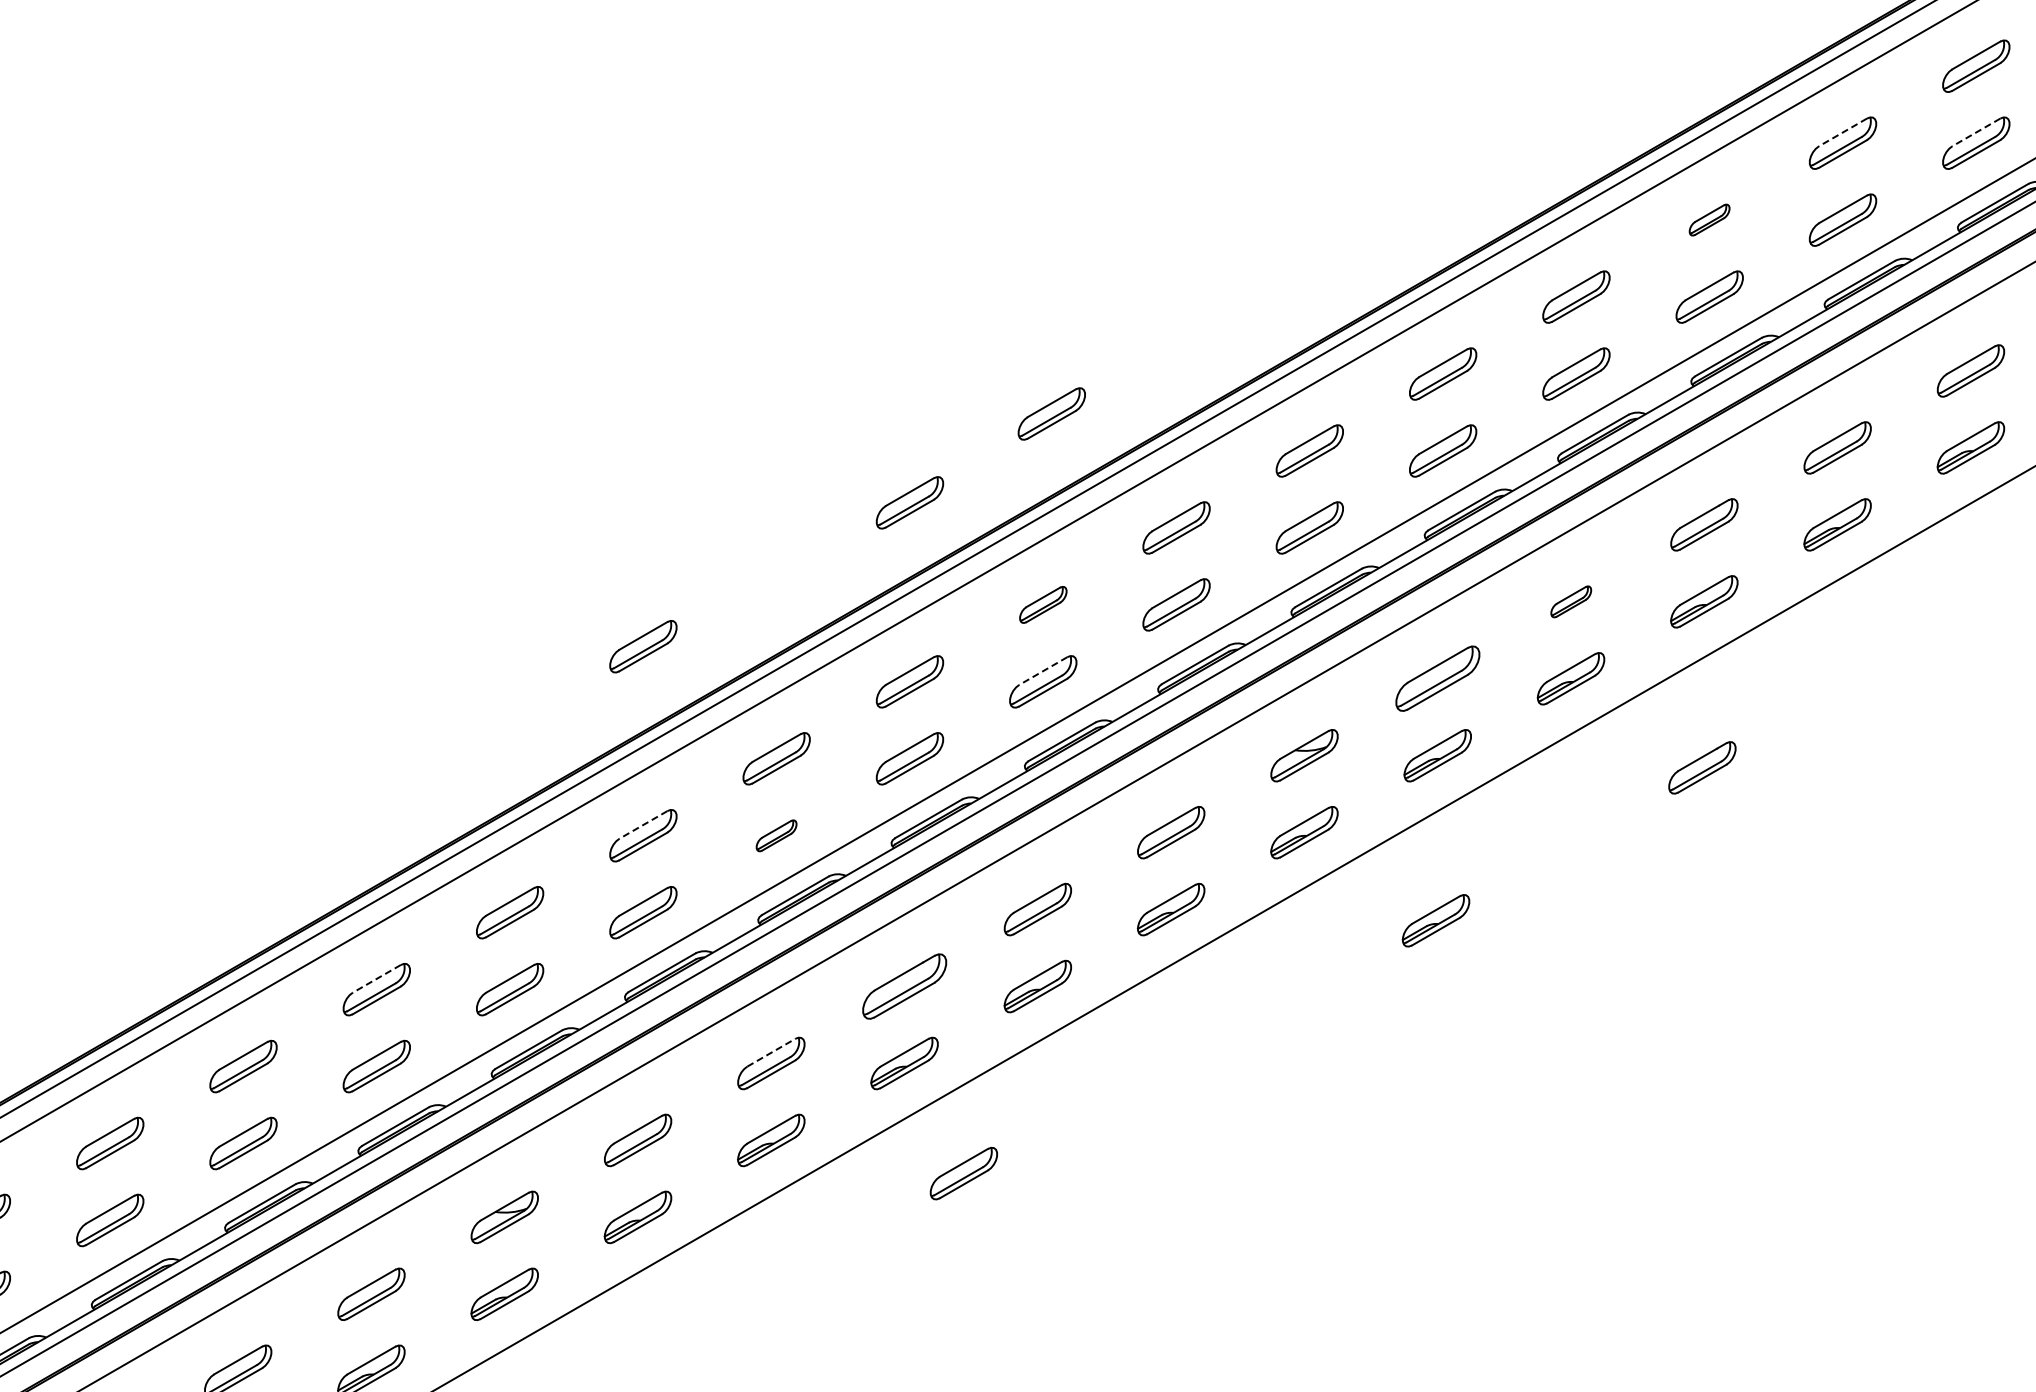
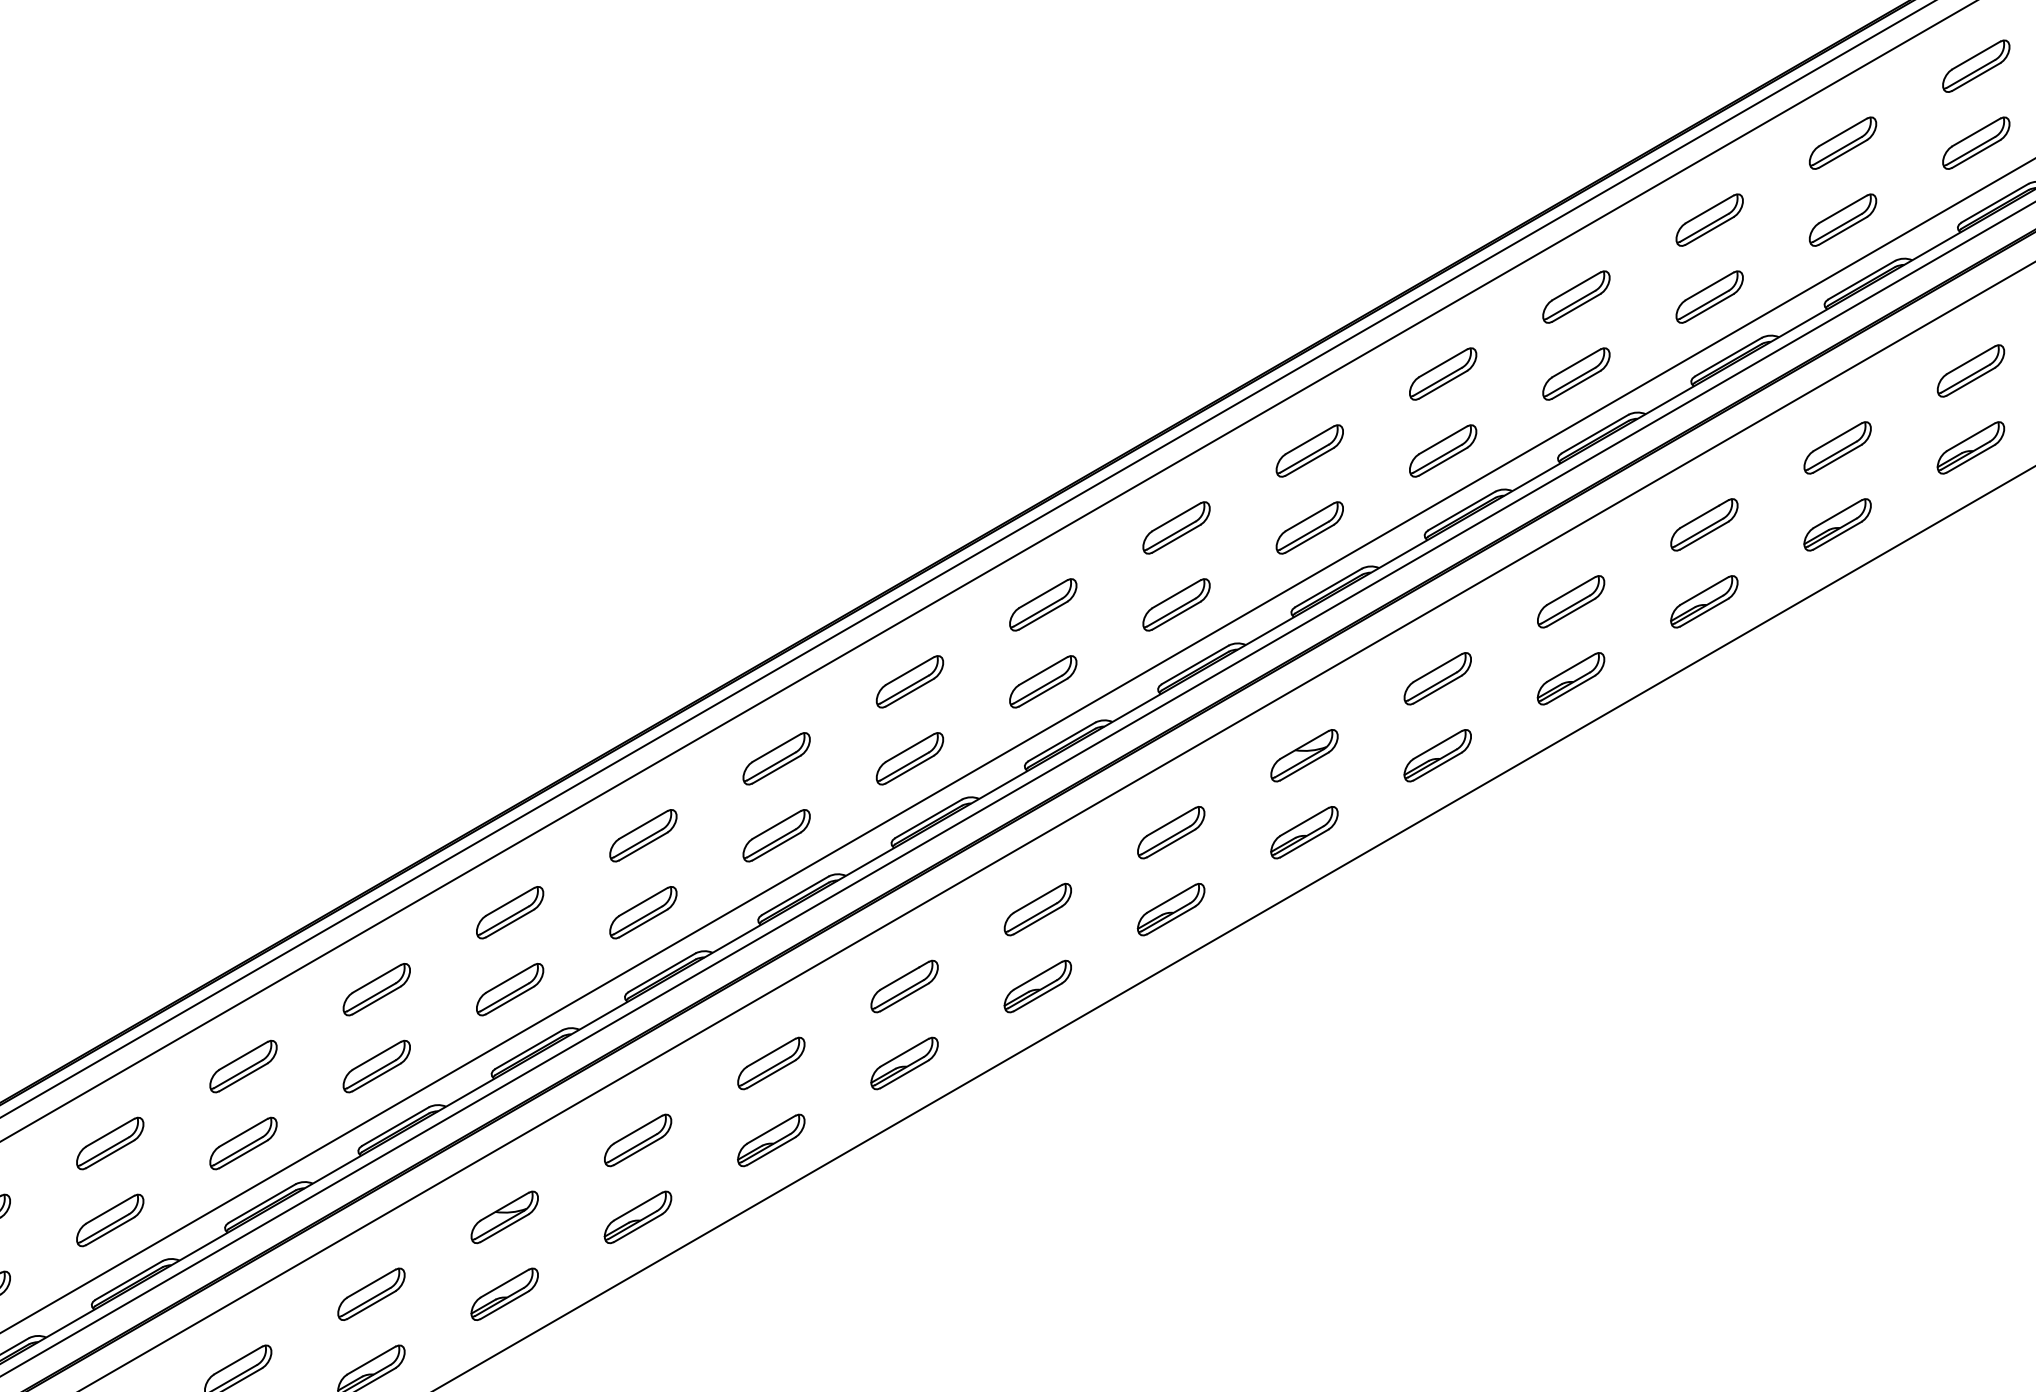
line at (1843, 132): dashed -> solid
line at (1976, 132): dashed -> solid
part at (1709, 219) size: 43x34 px -> 69x54 px
part at (1051, 413): present -> none
part at (909, 502): present -> none
part at (1571, 601) size: 43x34 px -> 69x54 px
part at (1043, 604) size: 49x38 px -> 69x54 px
part at (643, 646): present -> none
line at (1043, 671): dashed -> solid
part at (1437, 678) size: 86x67 px -> 69x54 px
part at (1702, 767): present -> none
line at (643, 824): dashed -> solid
part at (776, 835) size: 43x34 px -> 69x54 px
part at (1435, 920): present -> none
line at (376, 978): dashed -> solid
part at (904, 986) size: 86x67 px -> 69x55 px
line at (771, 1052): dashed -> solid
part at (963, 1173): present -> none
